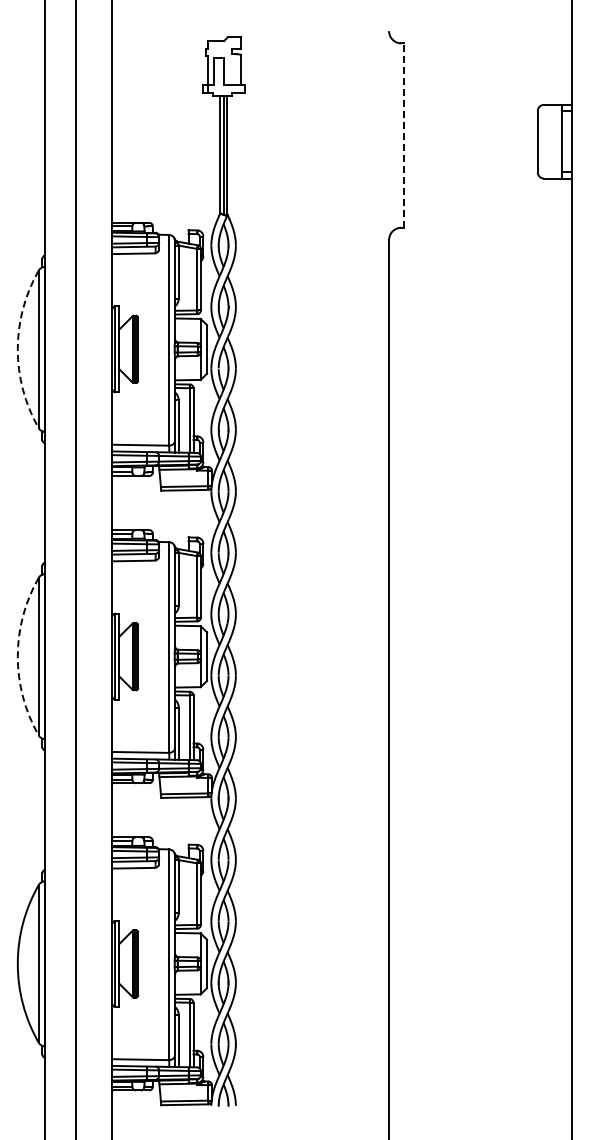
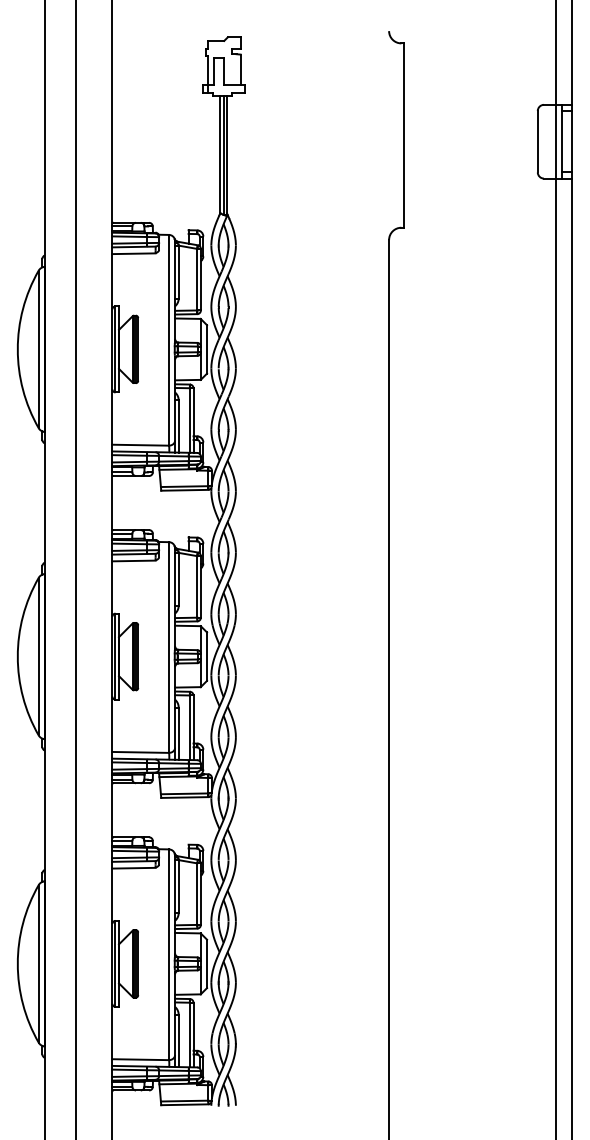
line at (403, 135): dashed -> solid
arc at (17, 349): dashed -> solid
line at (556, 569): none -> present
arc at (17, 656): dashed -> solid
